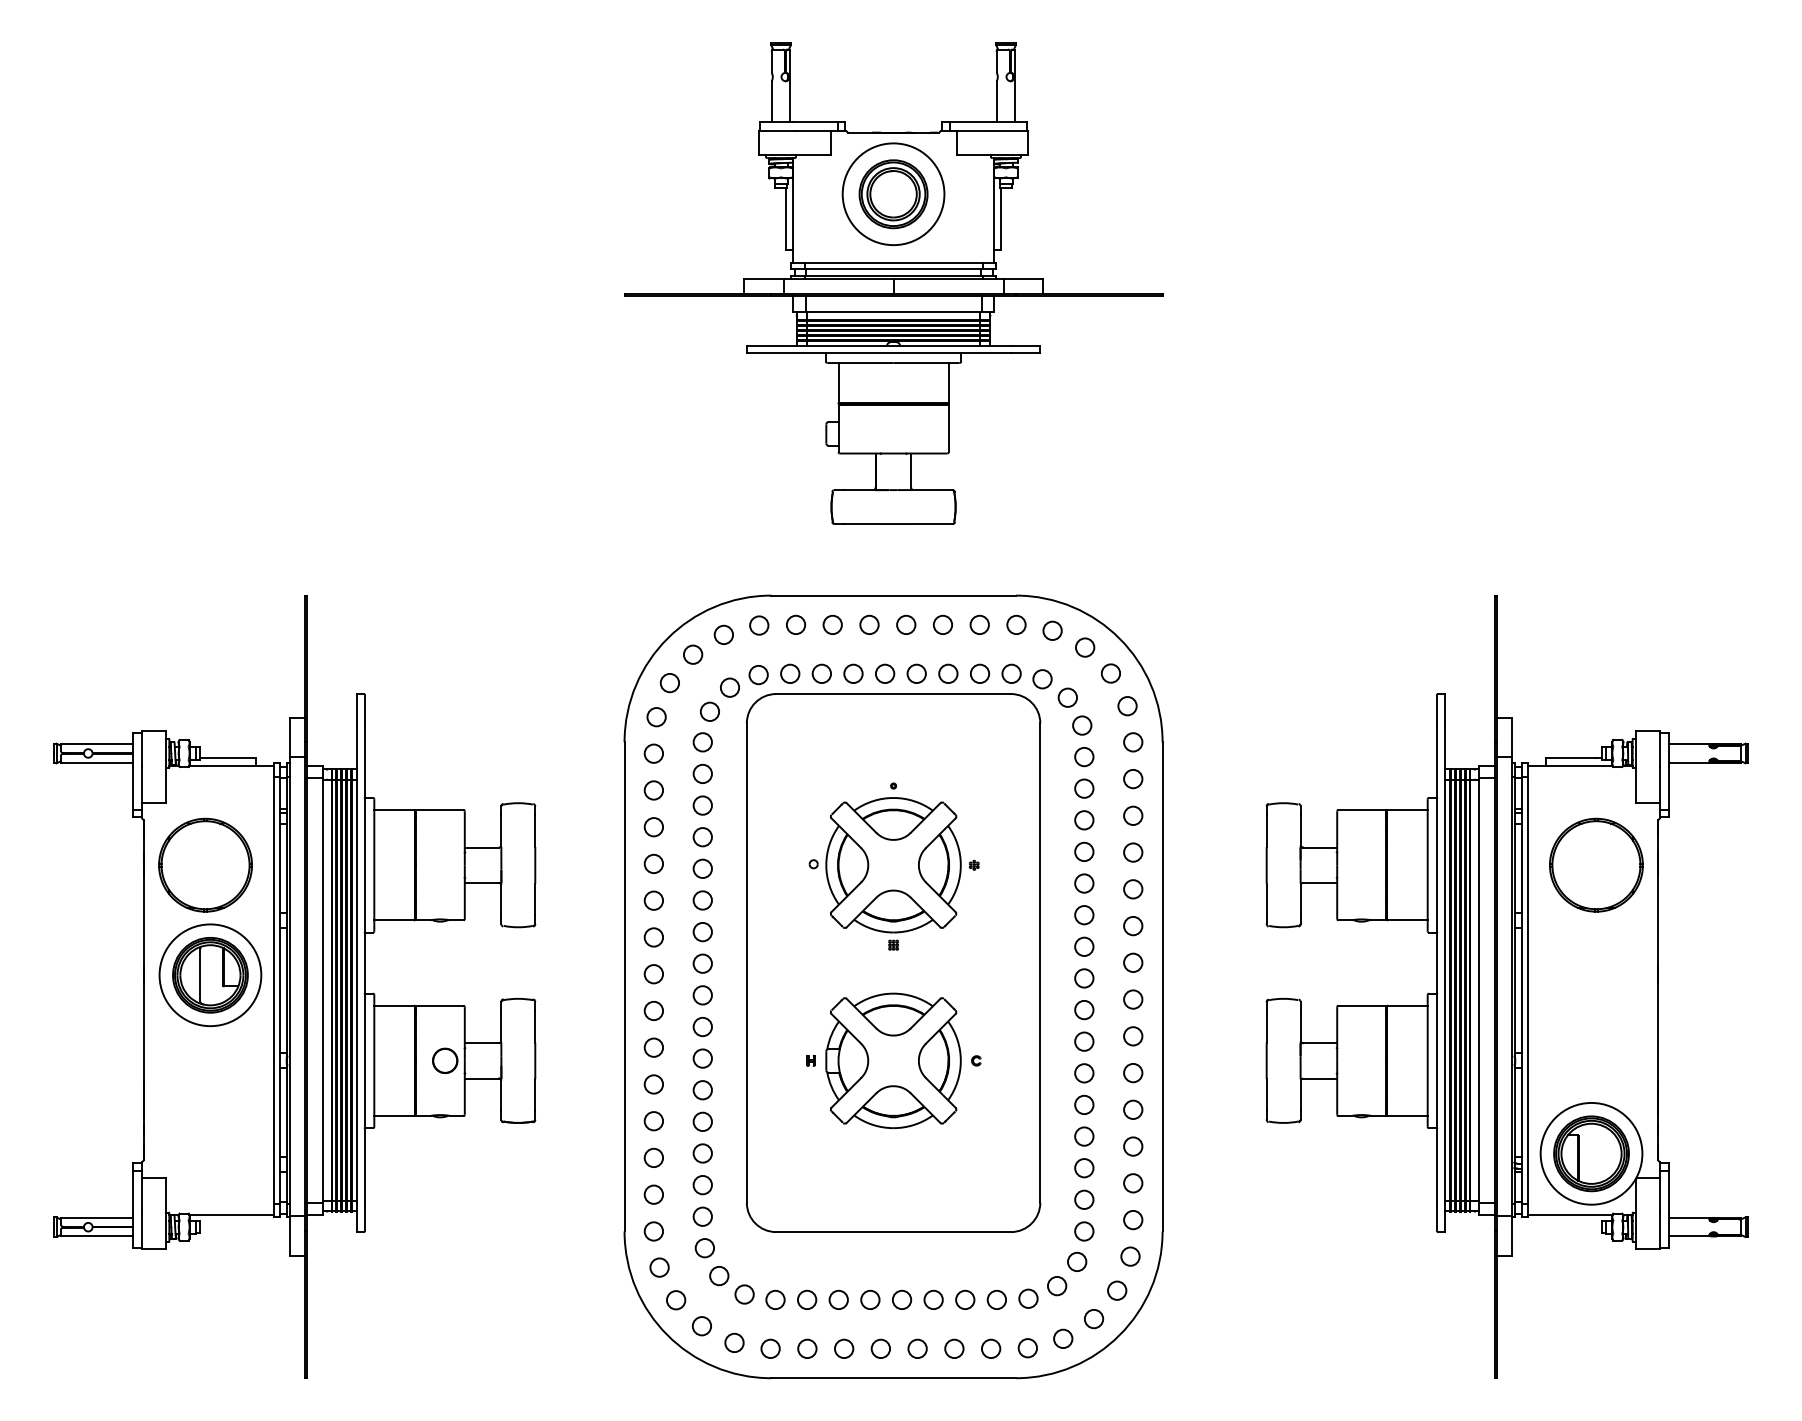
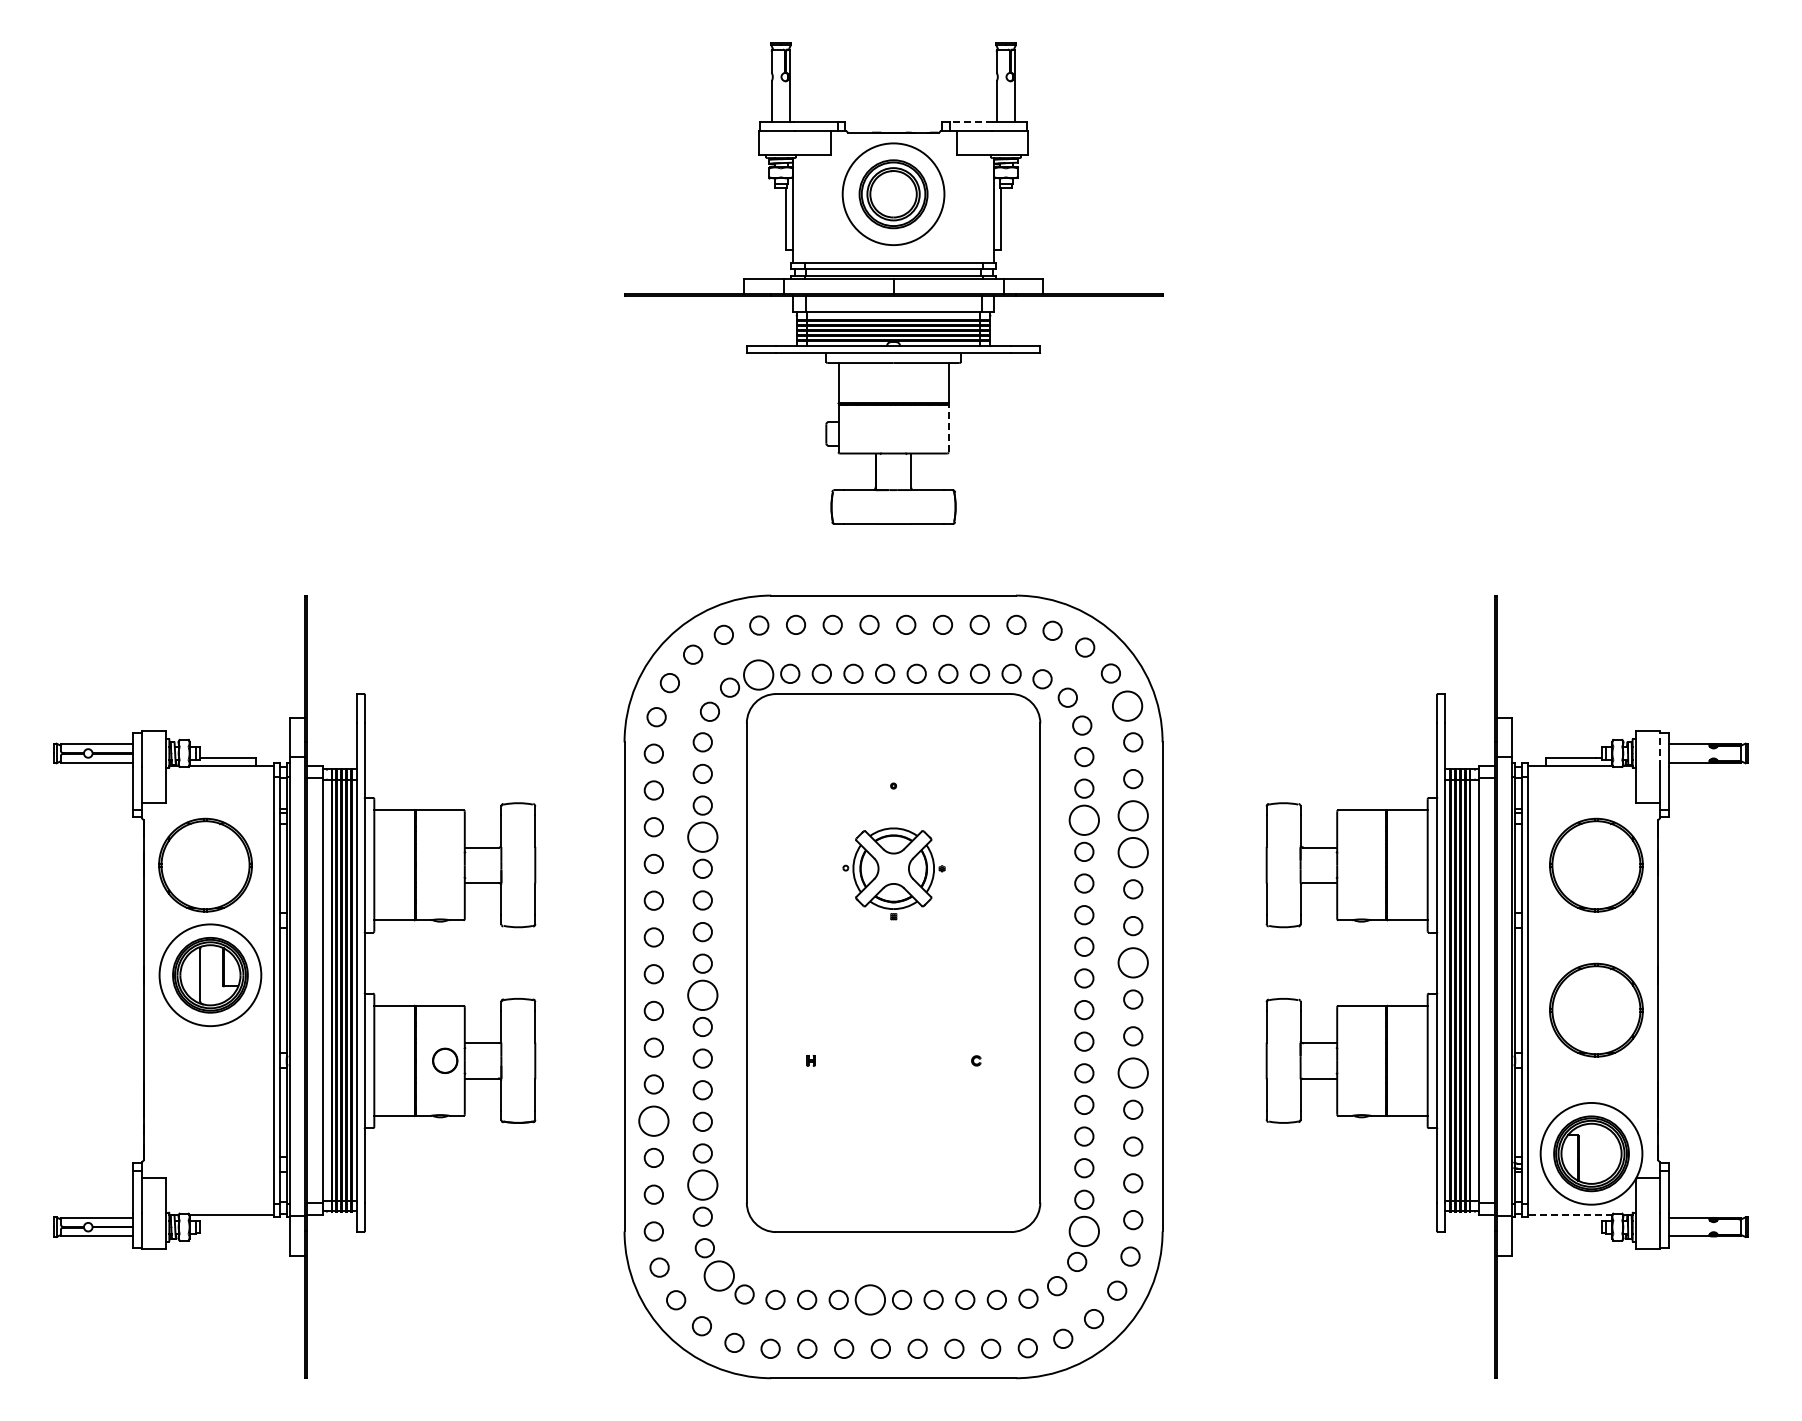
line at (971, 122): solid -> dashed
line at (948, 428): solid -> dashed
circle at (758, 674) diameter: 18 px -> 29 px
circle at (1127, 706) diameter: 18 px -> 29 px
line at (1660, 748): solid -> dashed
circle at (1133, 815) diameter: 18 px -> 29 px
circle at (1084, 820) diameter: 18 px -> 29 px
circle at (702, 837) diameter: 18 px -> 29 px
circle at (1133, 852) diameter: 18 px -> 29 px
part at (893, 873) size: 172x154 px -> 104x94 px
circle at (1133, 962) diameter: 18 px -> 29 px
circle at (702, 995) diameter: 18 px -> 29 px
part at (1596, 1009): none -> present
part at (893, 1060): present -> none
circle at (1133, 1072) diameter: 18 px -> 29 px
circle at (653, 1121) diameter: 18 px -> 29 px
circle at (702, 1184) diameter: 18 px -> 29 px
line at (1569, 1214): solid -> dashed
circle at (1084, 1231) diameter: 18 px -> 29 px
circle at (719, 1275) diameter: 18 px -> 29 px
circle at (870, 1299) diameter: 18 px -> 29 px
